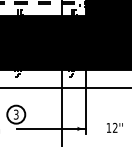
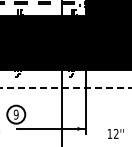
line at (65, 87): solid -> dashed
text at (15, 114): 3 -> 9
text at (114, 127) position: (114, 127) -> (115, 133)
